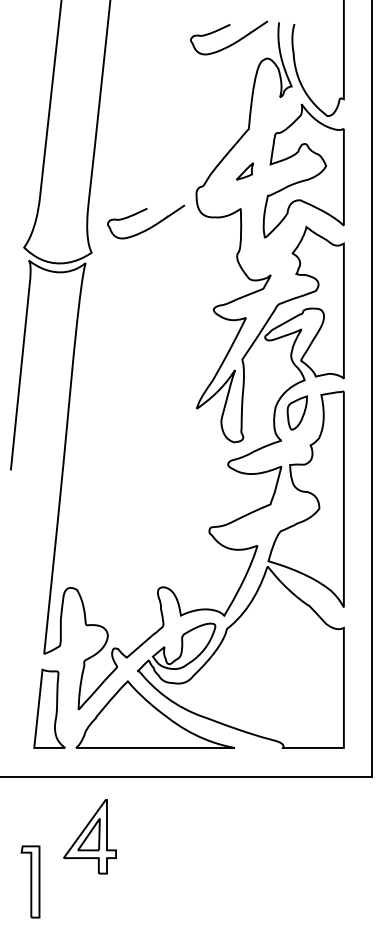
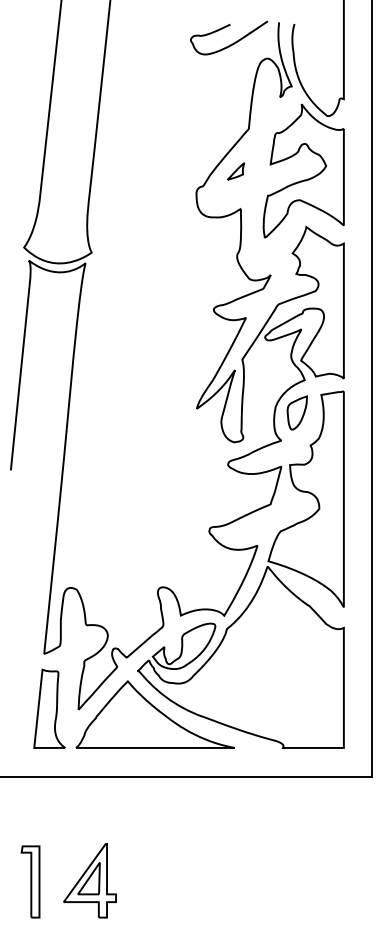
part at (245, 171) position: (245, 171) -> (236, 171)
curve at (150, 226): present -> none
part at (89, 836) position: (89, 836) -> (89, 880)
